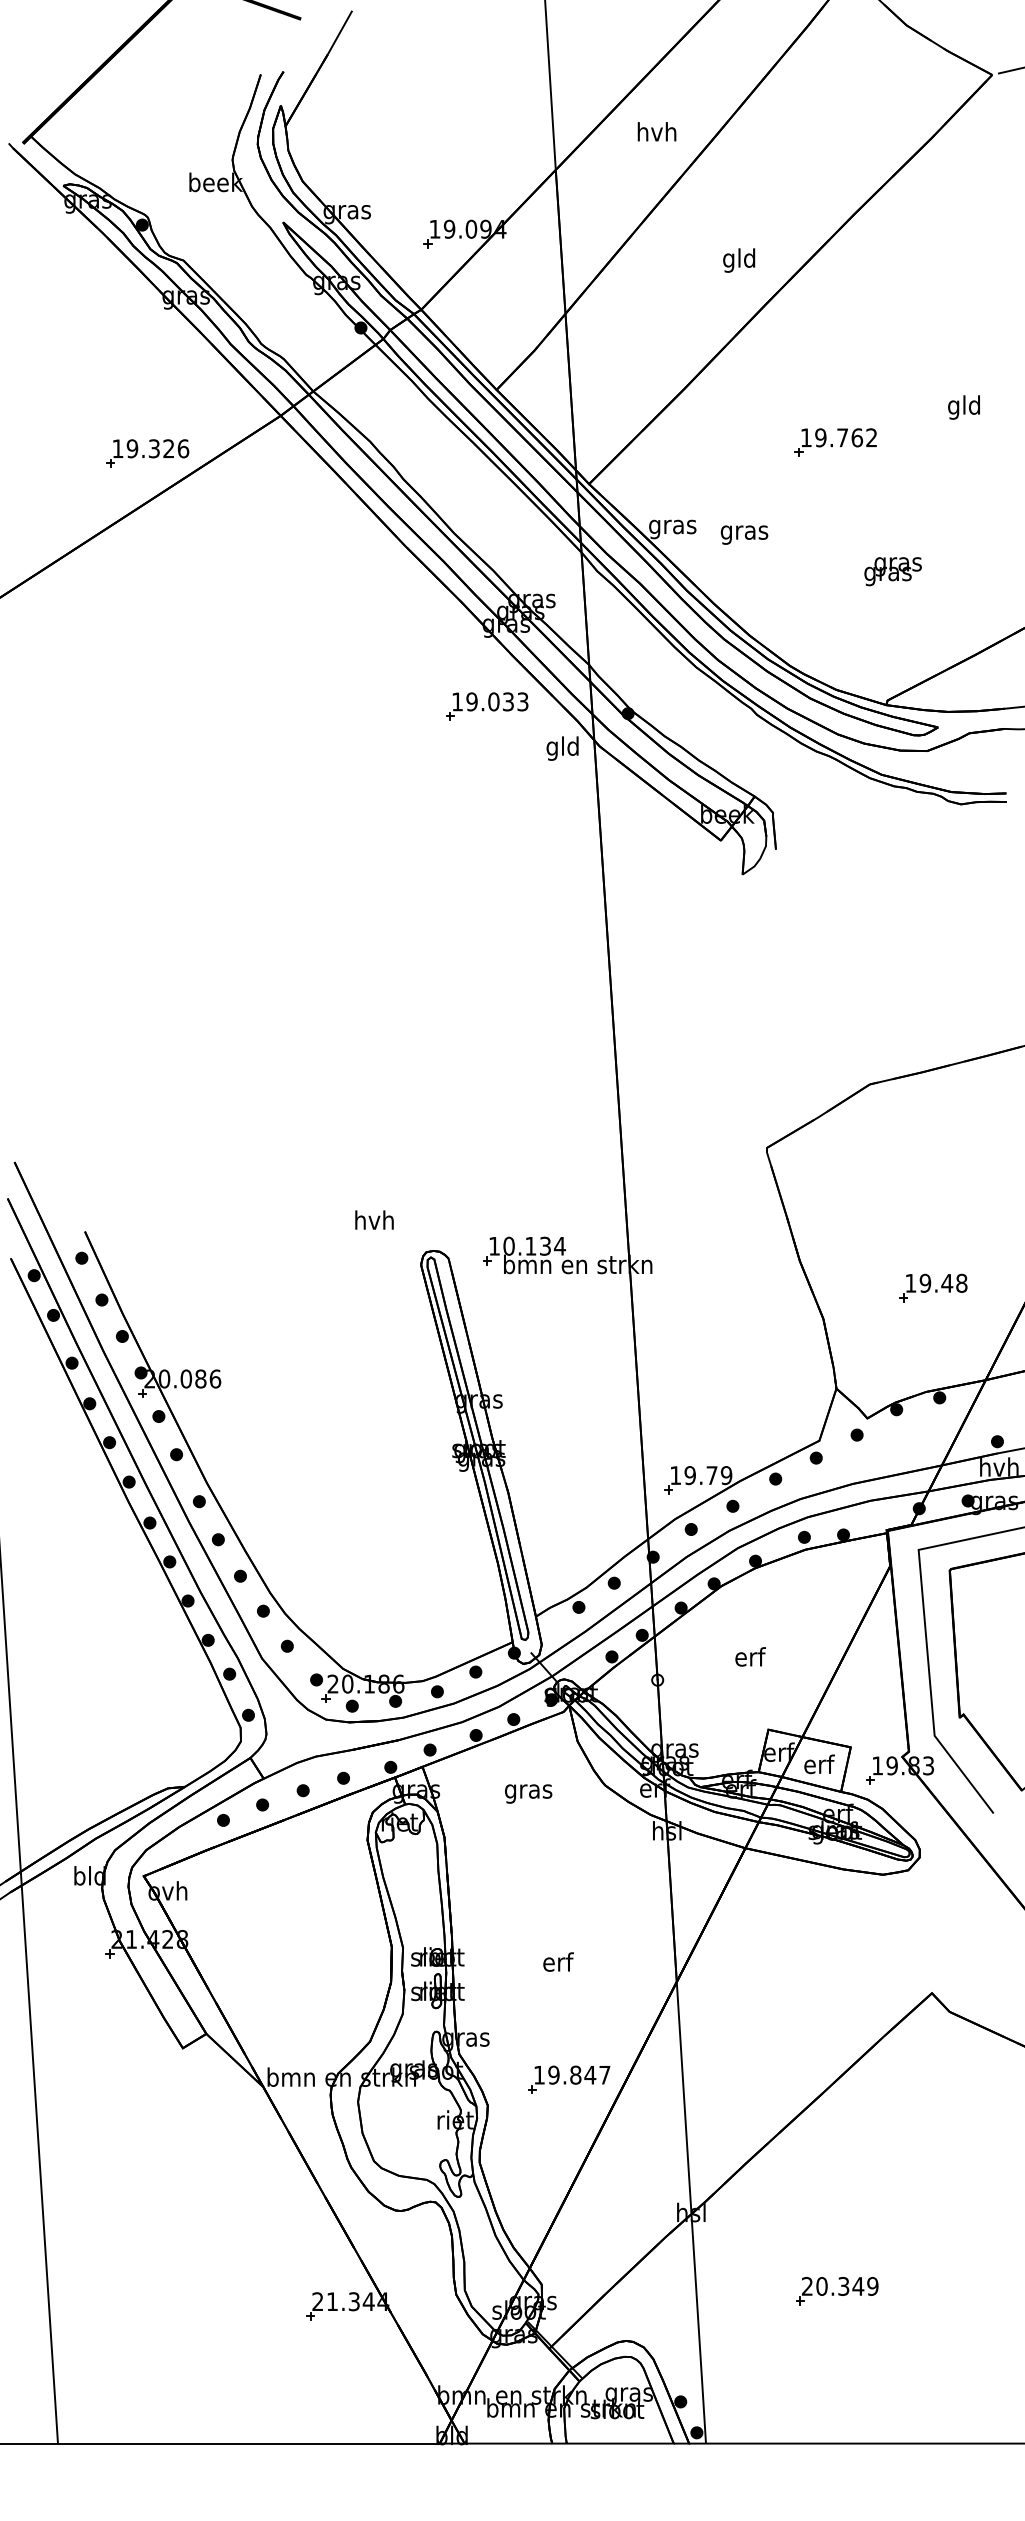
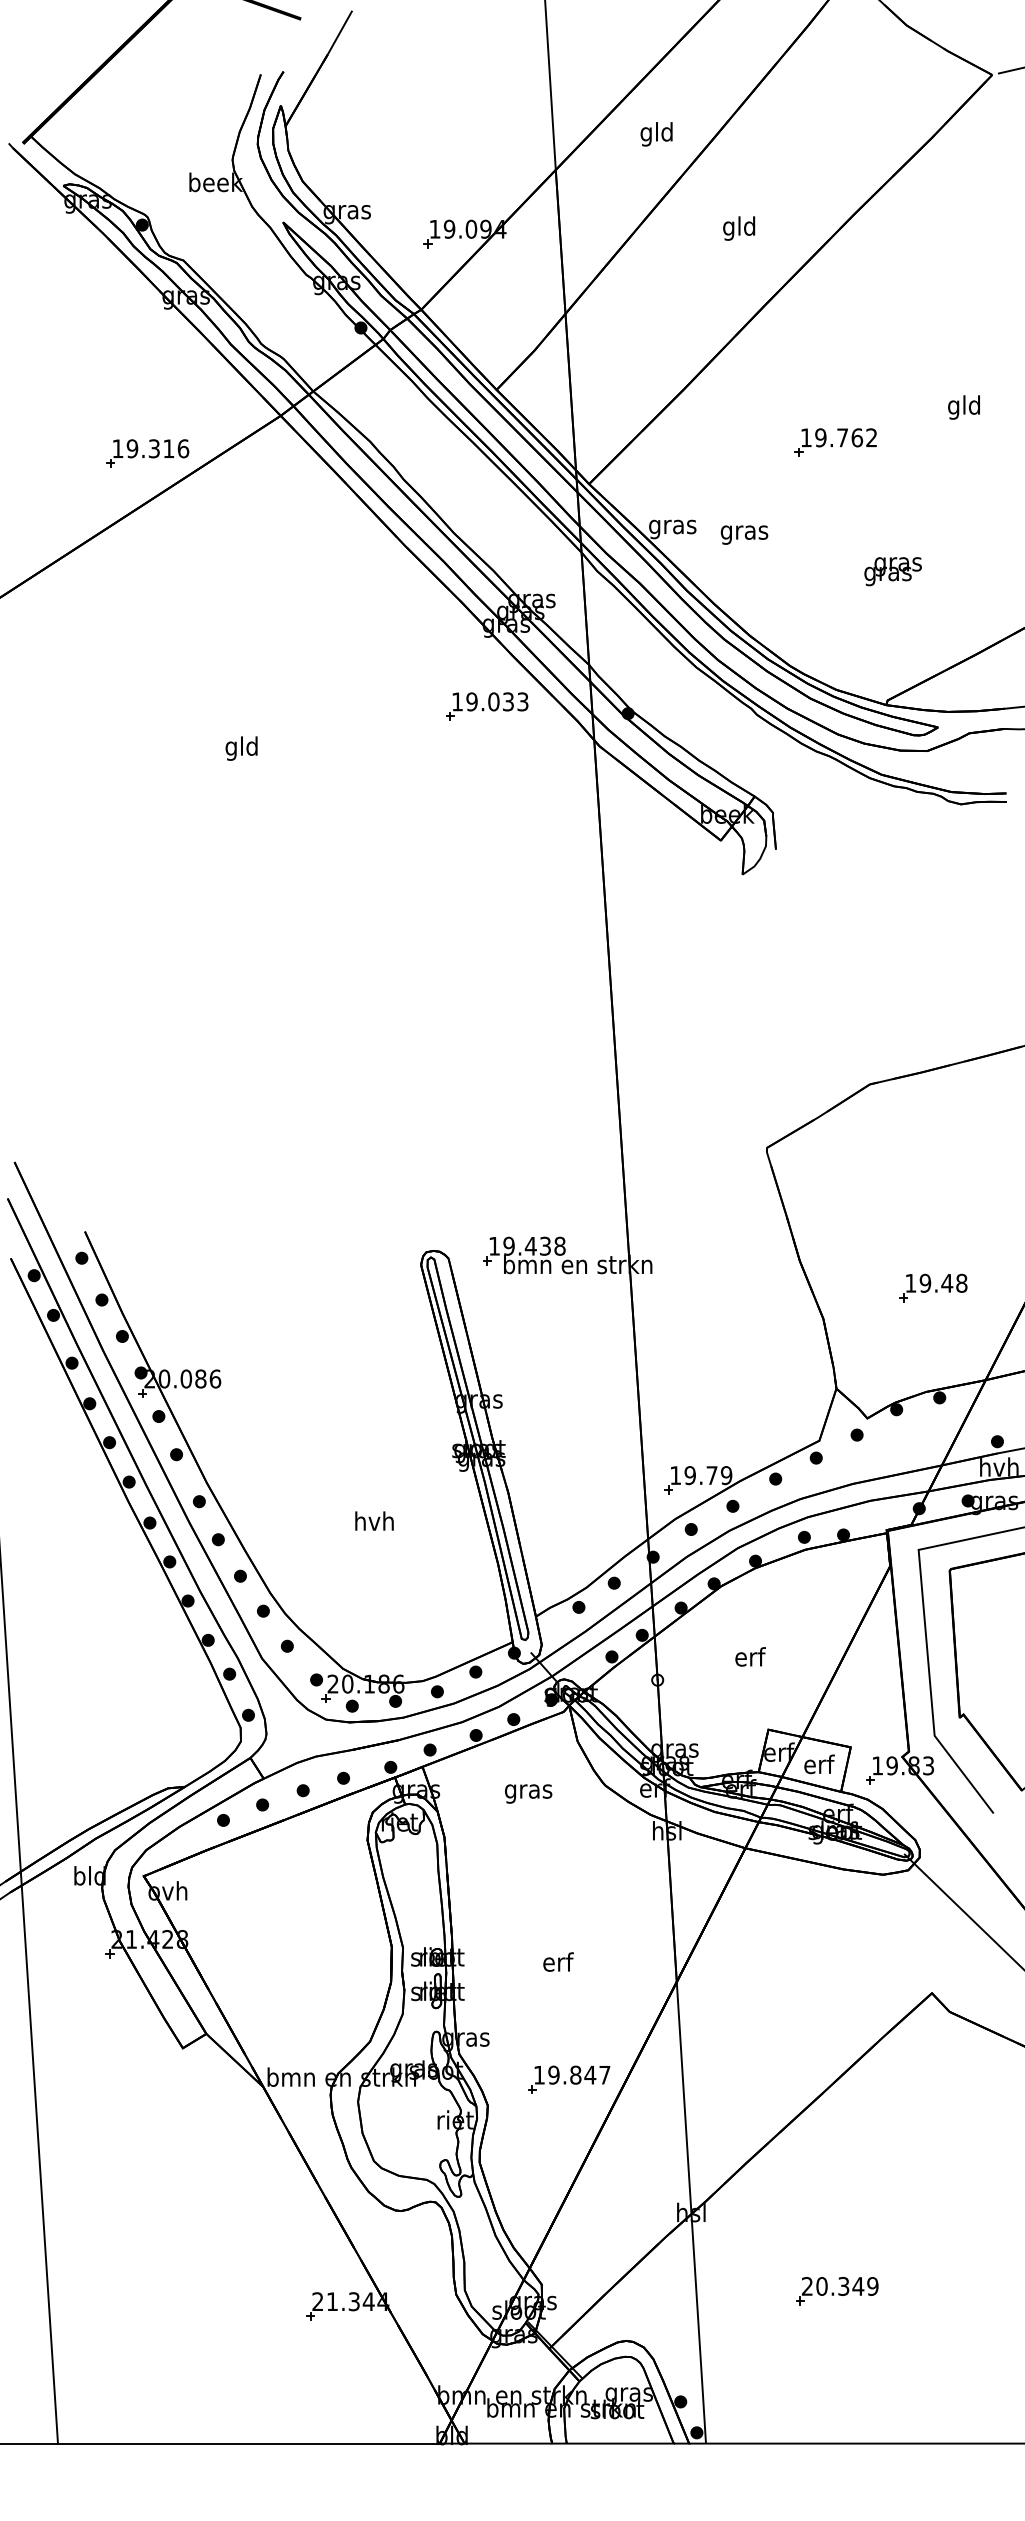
text at (656, 134): hvh -> gld
text at (739, 260) position: (739, 260) -> (739, 228)
text at (168, 448): 19.326 -> 19.316
text at (562, 748) position: (562, 748) -> (241, 748)
text at (374, 1219) position: (374, 1219) -> (374, 1520)
text at (534, 1245): 10.134 -> 19.438
line at (962, 1910): none -> present
